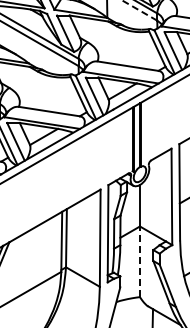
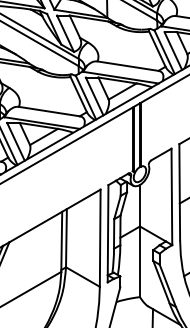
line at (139, 10): dashed -> solid
line at (139, 261): dashed -> solid
